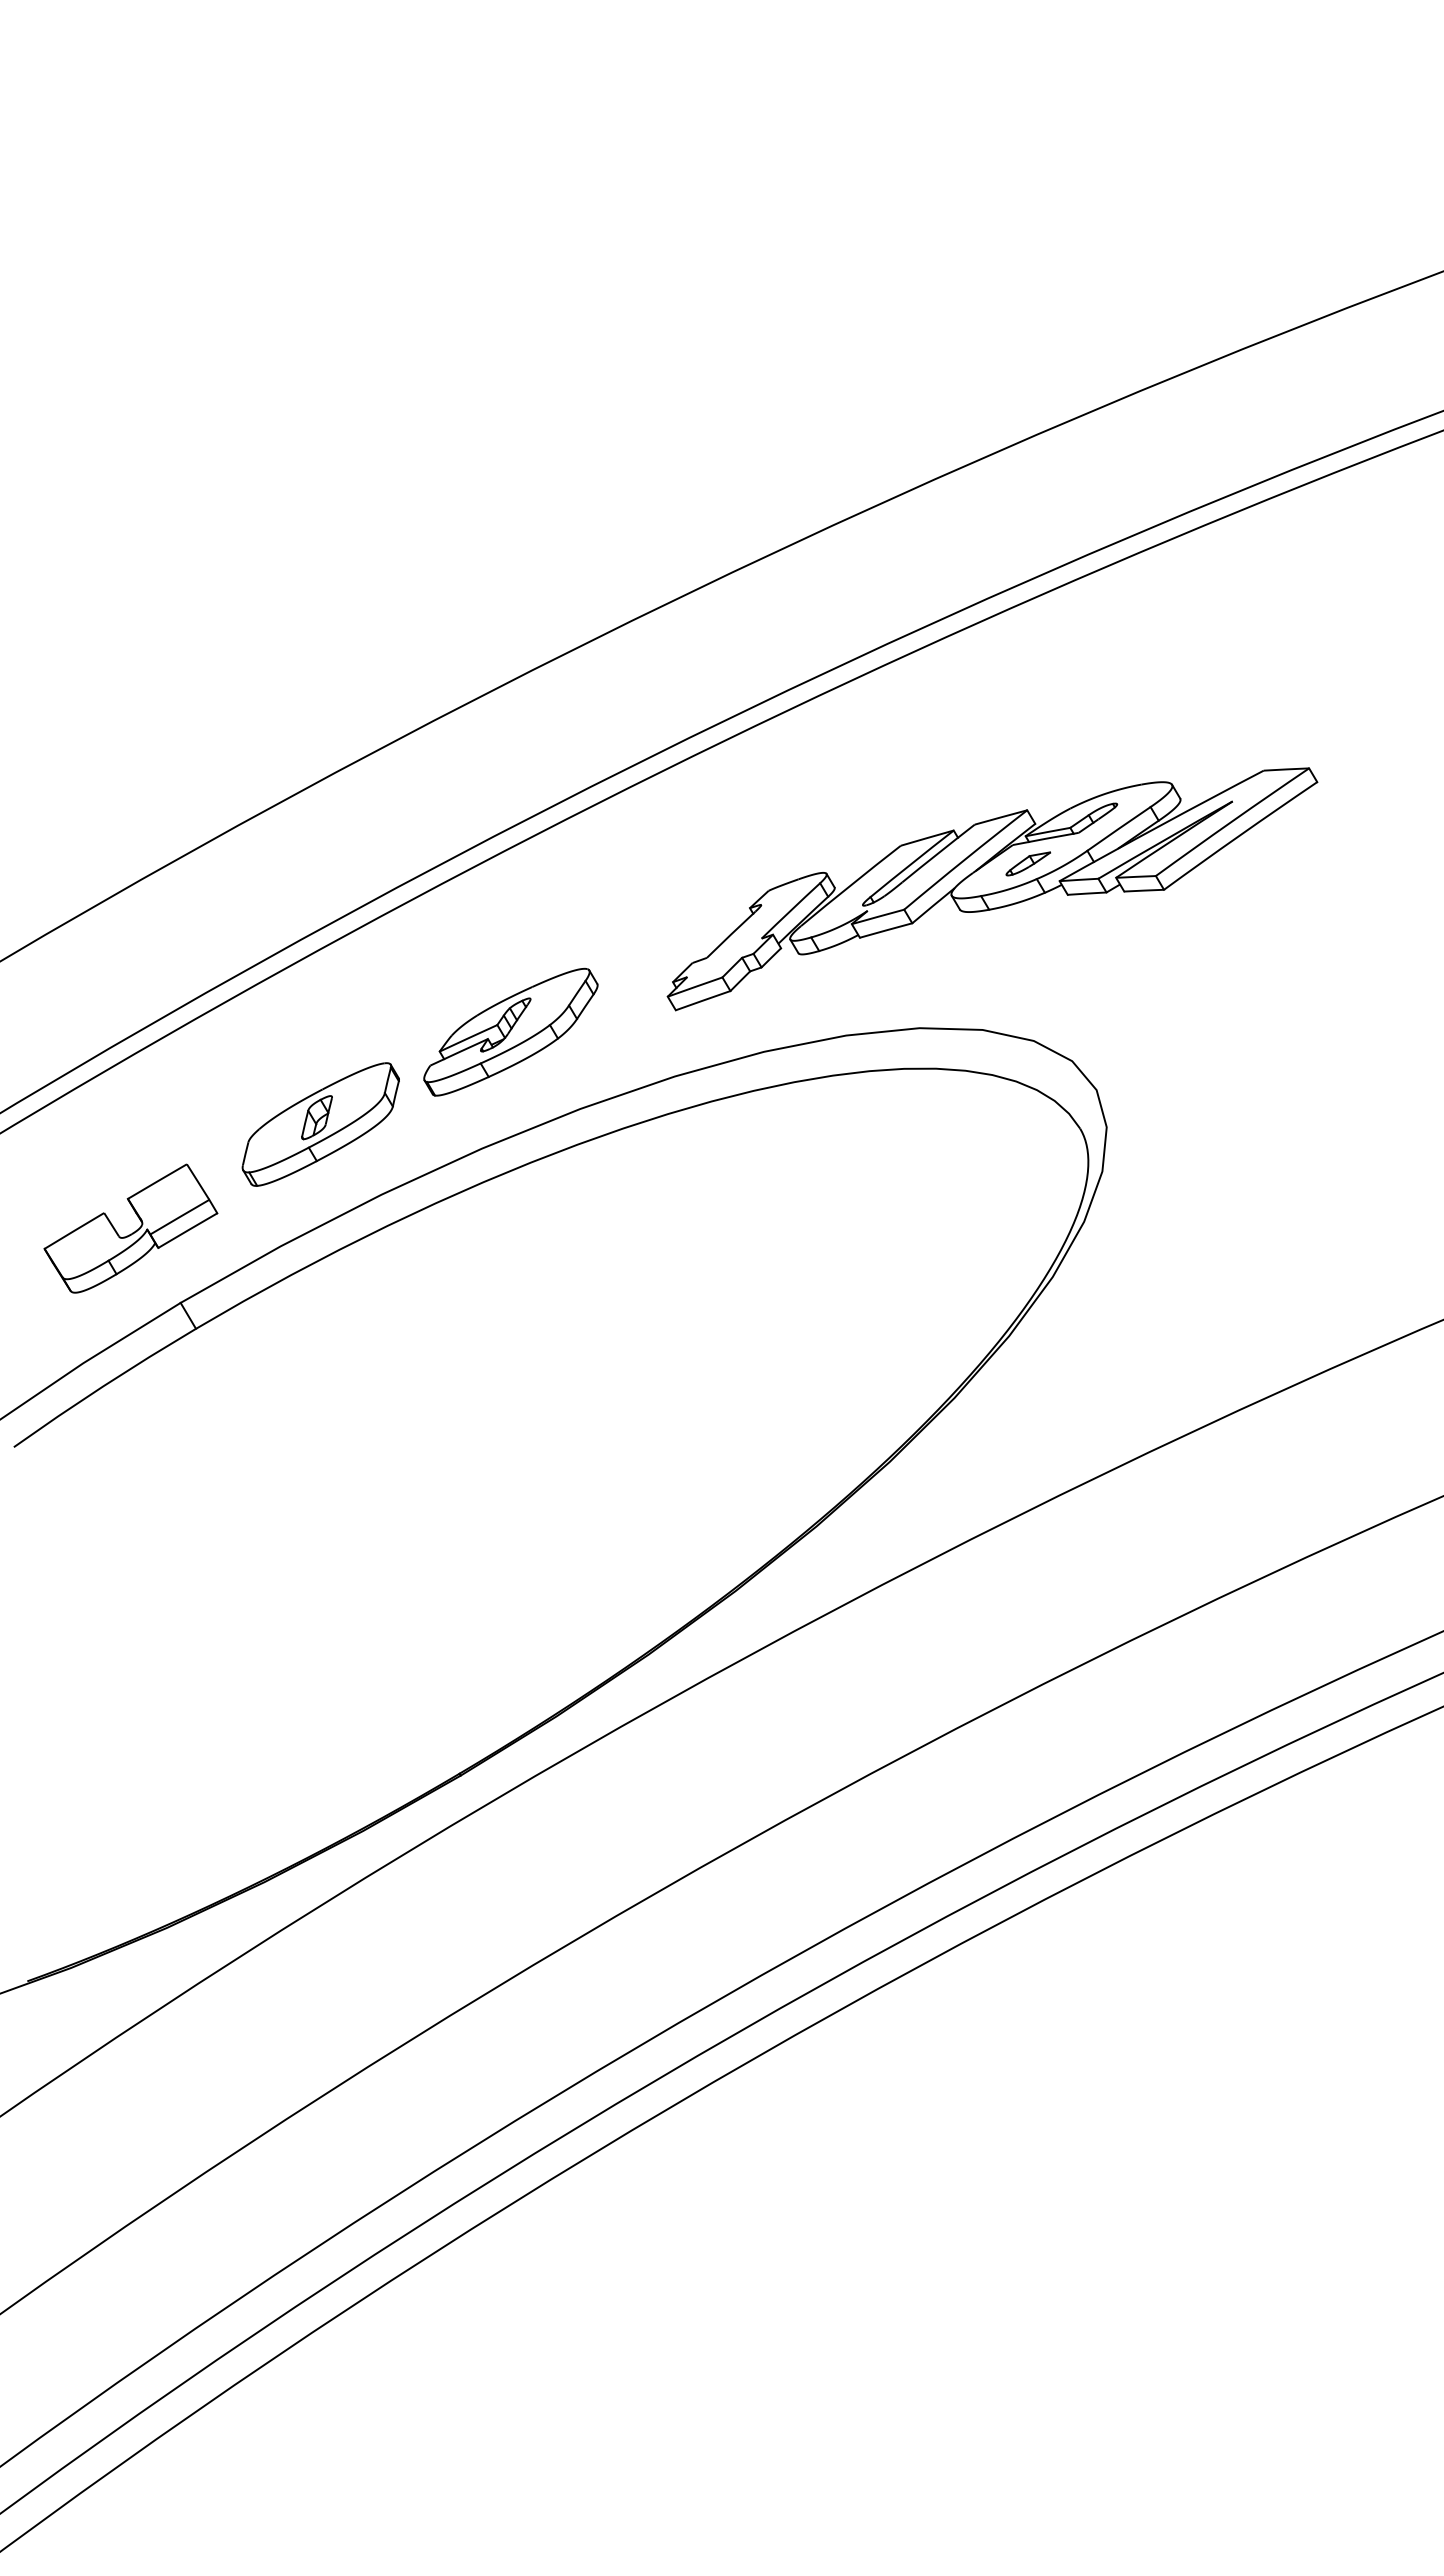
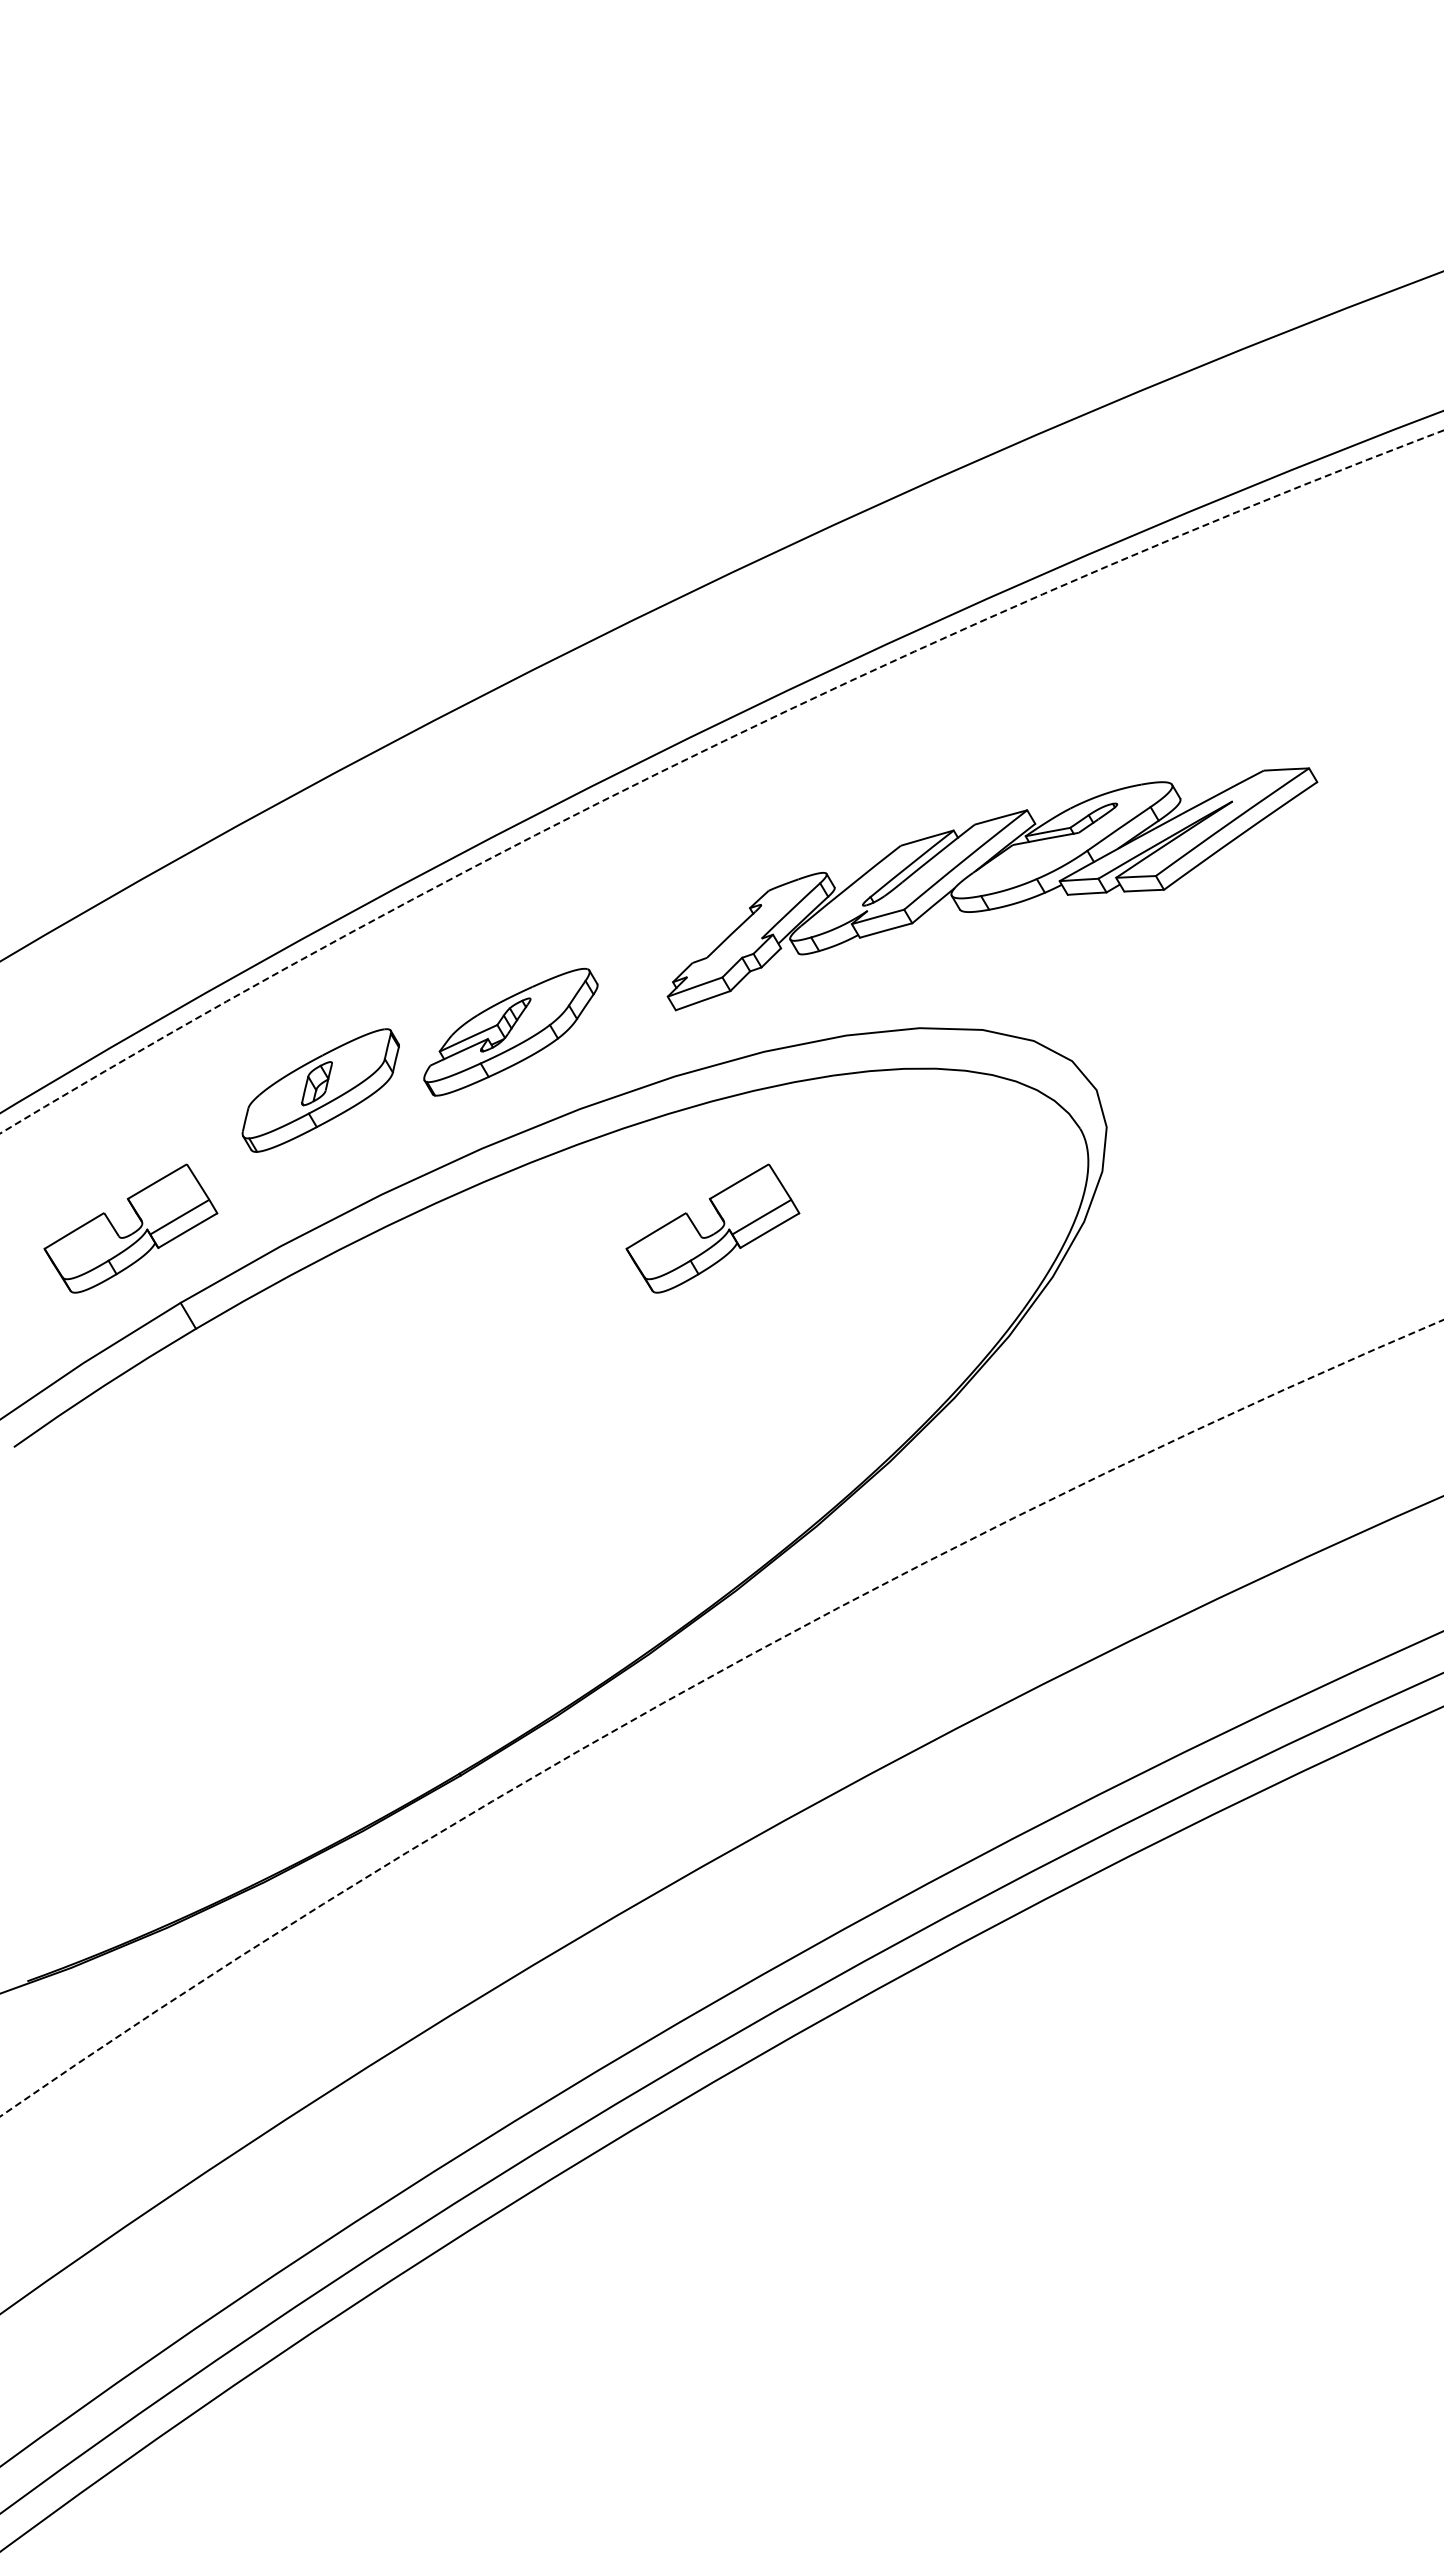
arc at (706, 749): solid -> dashed
part at (1027, 863): present -> none
part at (320, 1124) position: (320, 1124) -> (320, 1090)
part at (712, 1228): none -> present
circle at (721, 1718): solid -> dashed
